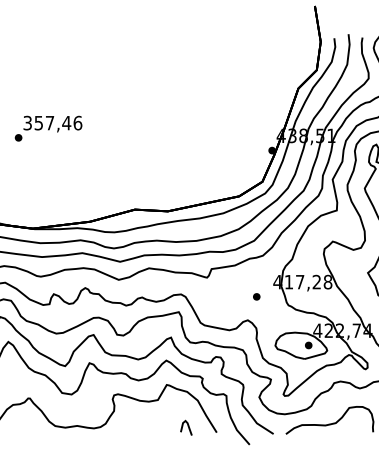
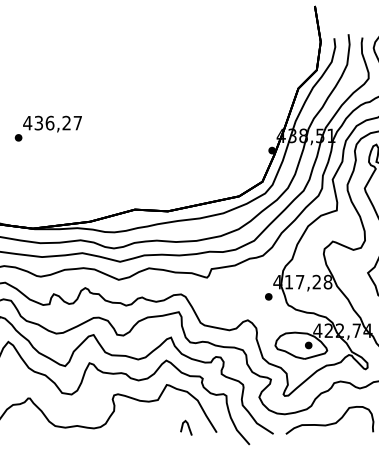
text at (52, 122): 357,46 -> 436,27
part at (256, 296) position: (256, 296) -> (268, 296)
